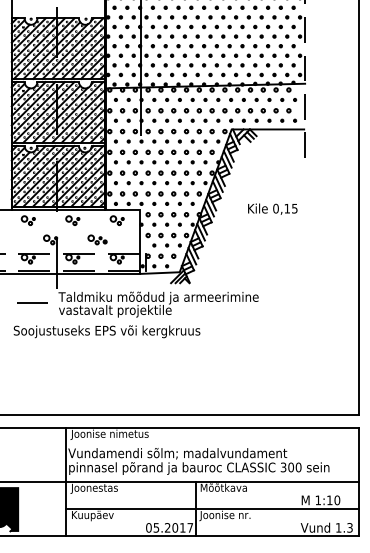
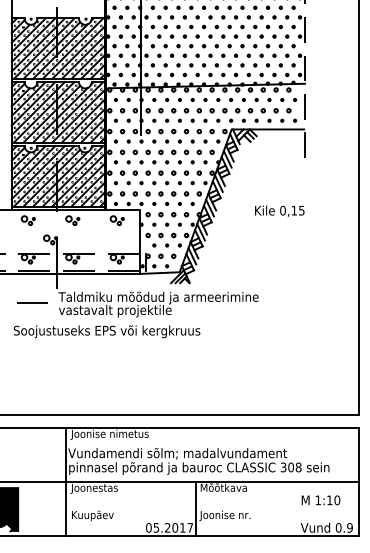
text at (272, 208) position: (272, 208) -> (279, 210)
part at (97, 239): present -> none
text at (298, 467): 300 -> 308
line at (212, 509): present -> none
text at (343, 527): 1.3 -> 0.9
